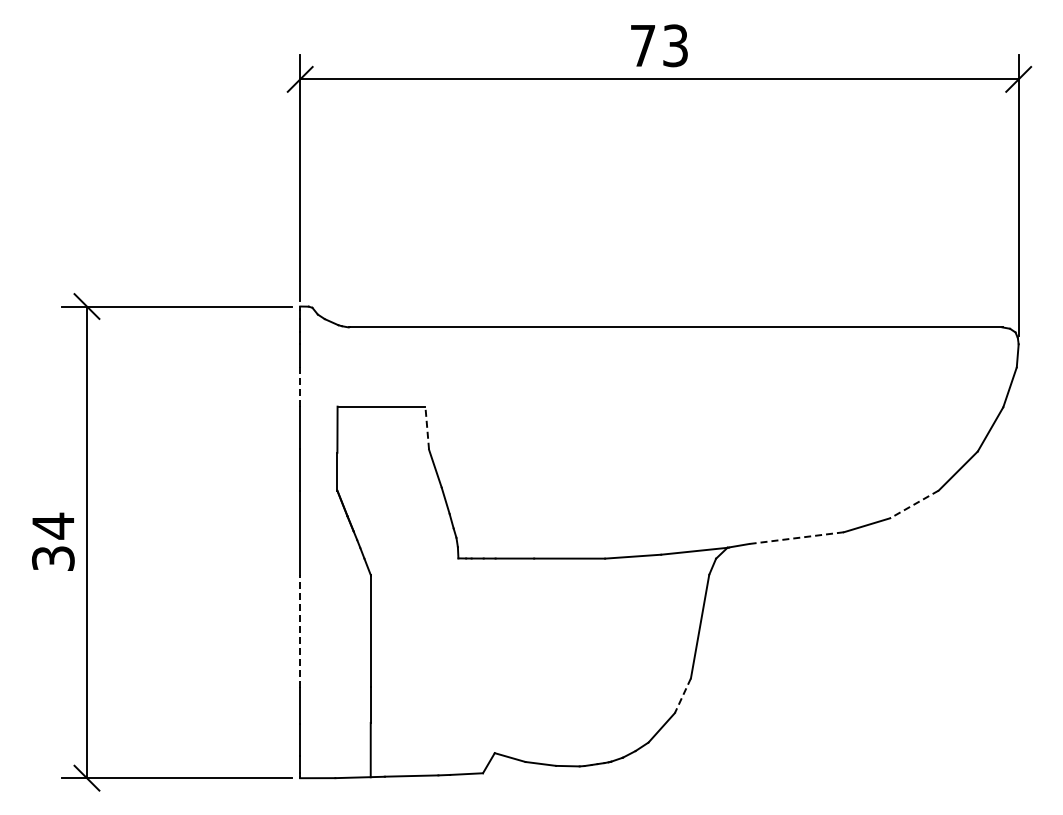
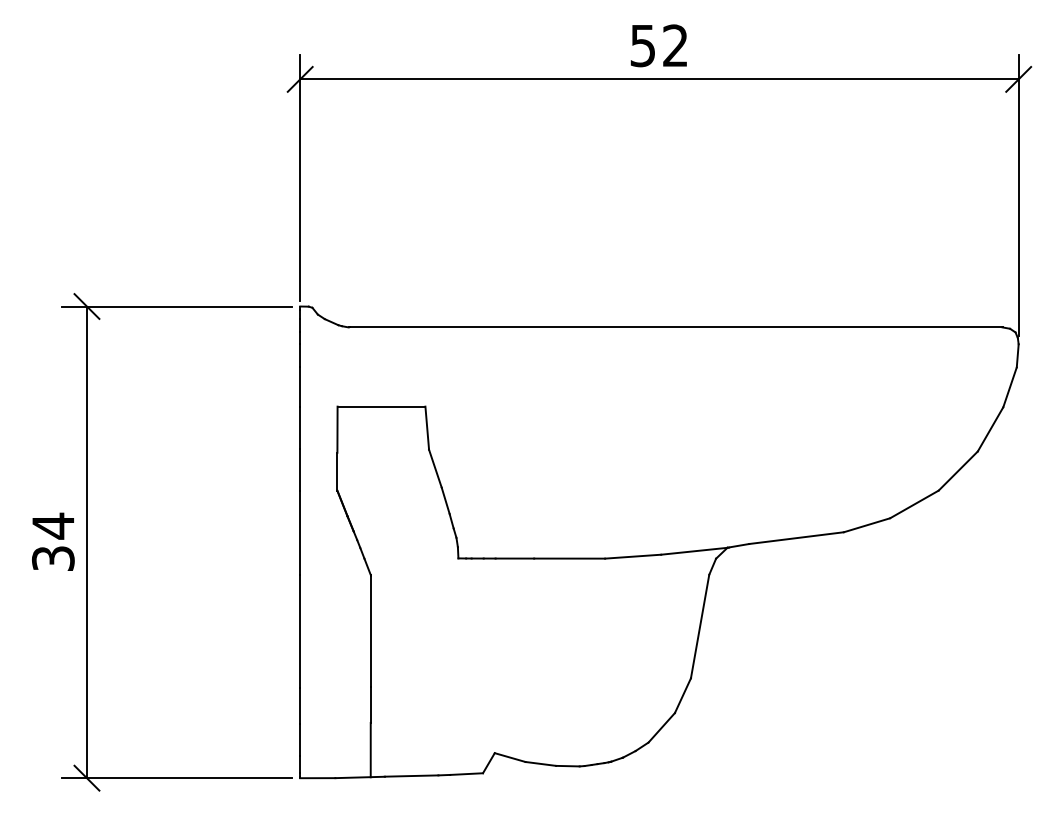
text at (658, 45): 73 -> 52
line at (300, 387): dashed -> solid
line at (427, 428): dashed -> solid
line at (914, 504): dashed -> solid
line at (796, 538): dashed -> solid
line at (300, 631): dashed -> solid
line at (682, 696): dashed -> solid
